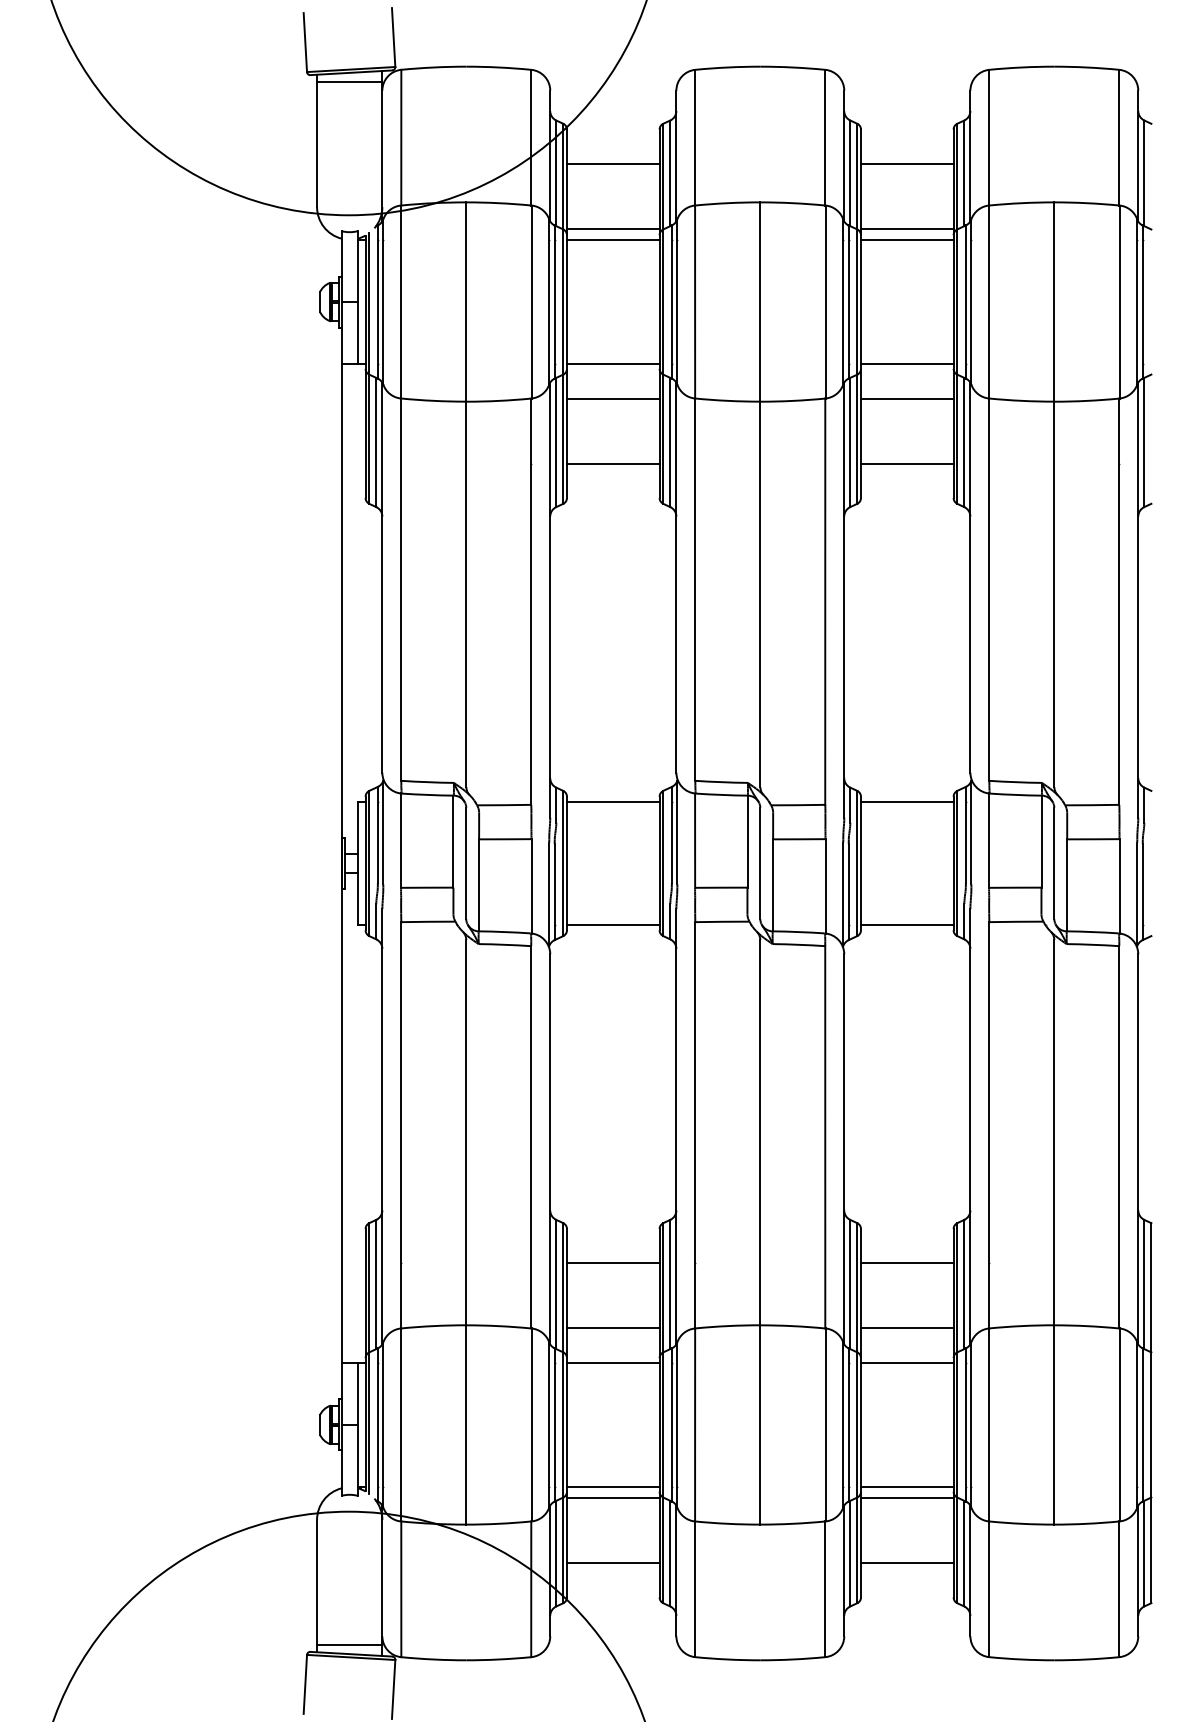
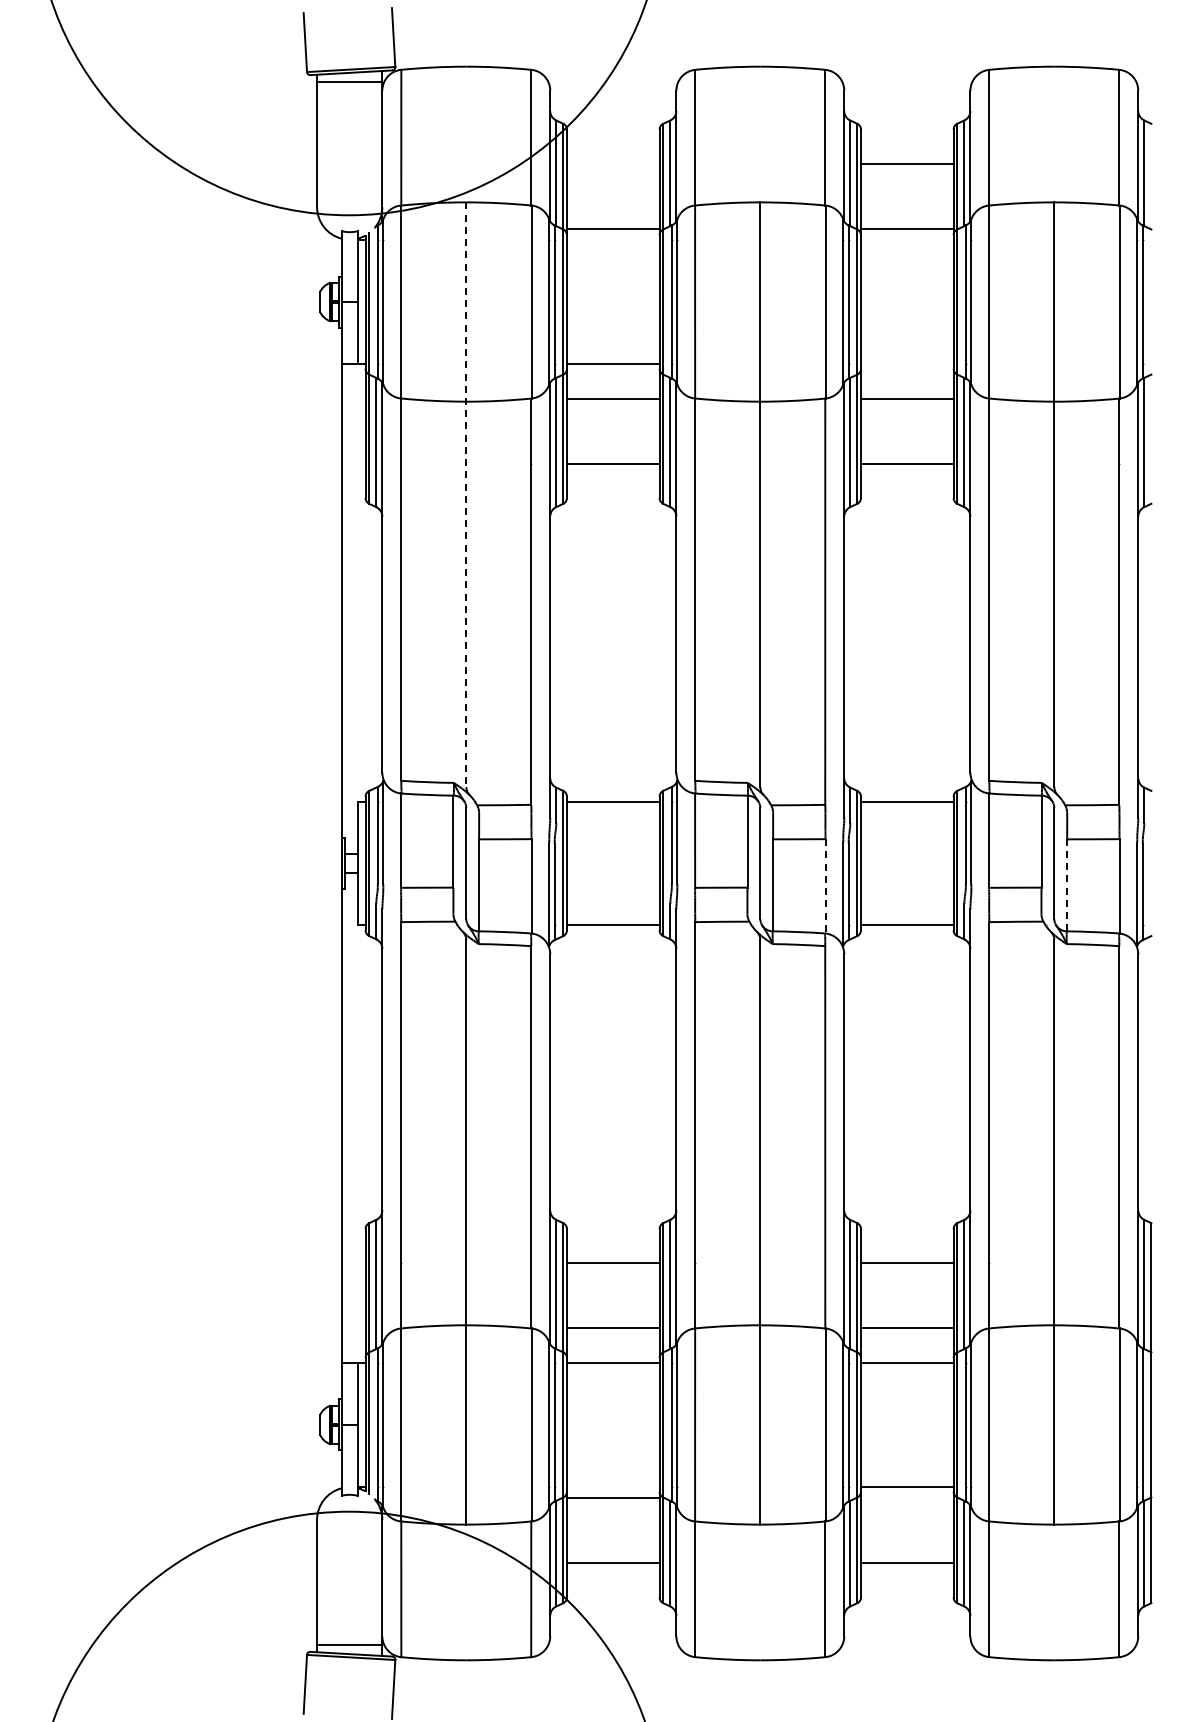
line at (613, 163): present -> none
line at (613, 240): present -> none
line at (907, 240): present -> none
line at (907, 363): present -> none
line at (466, 495): solid -> dashed
line at (1067, 884): solid -> dashed
line at (825, 886): solid -> dashed
line at (613, 1486): present -> none
line at (907, 1497): present -> none
